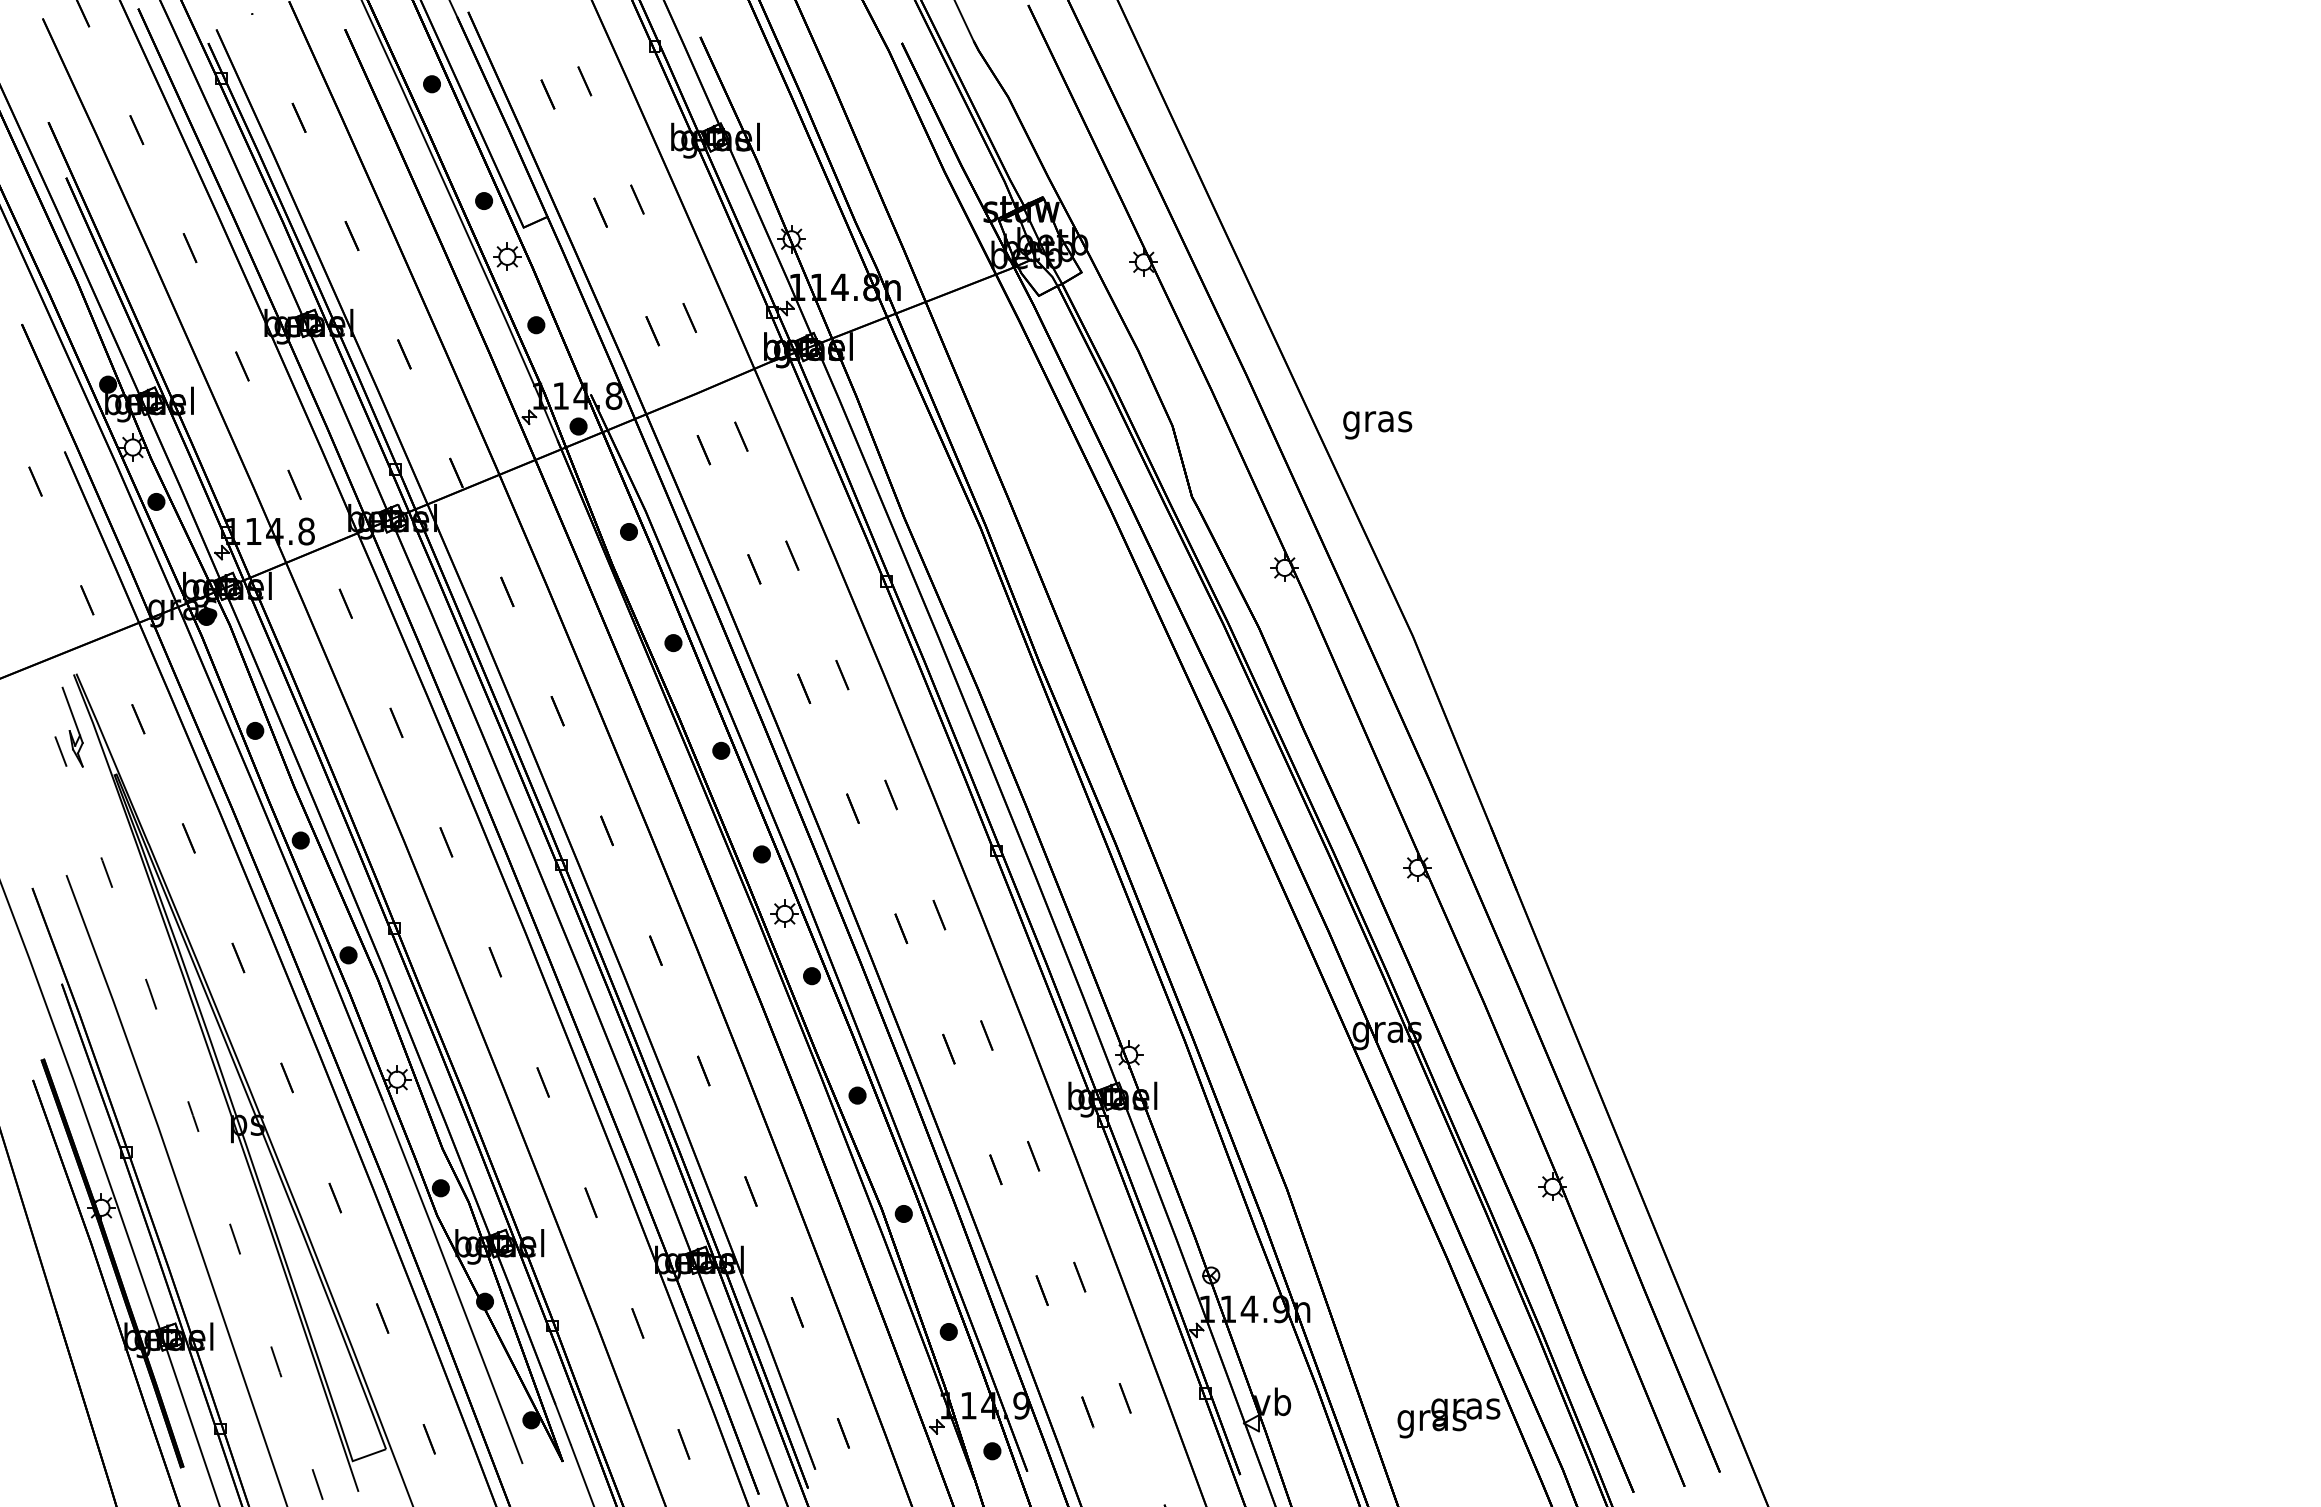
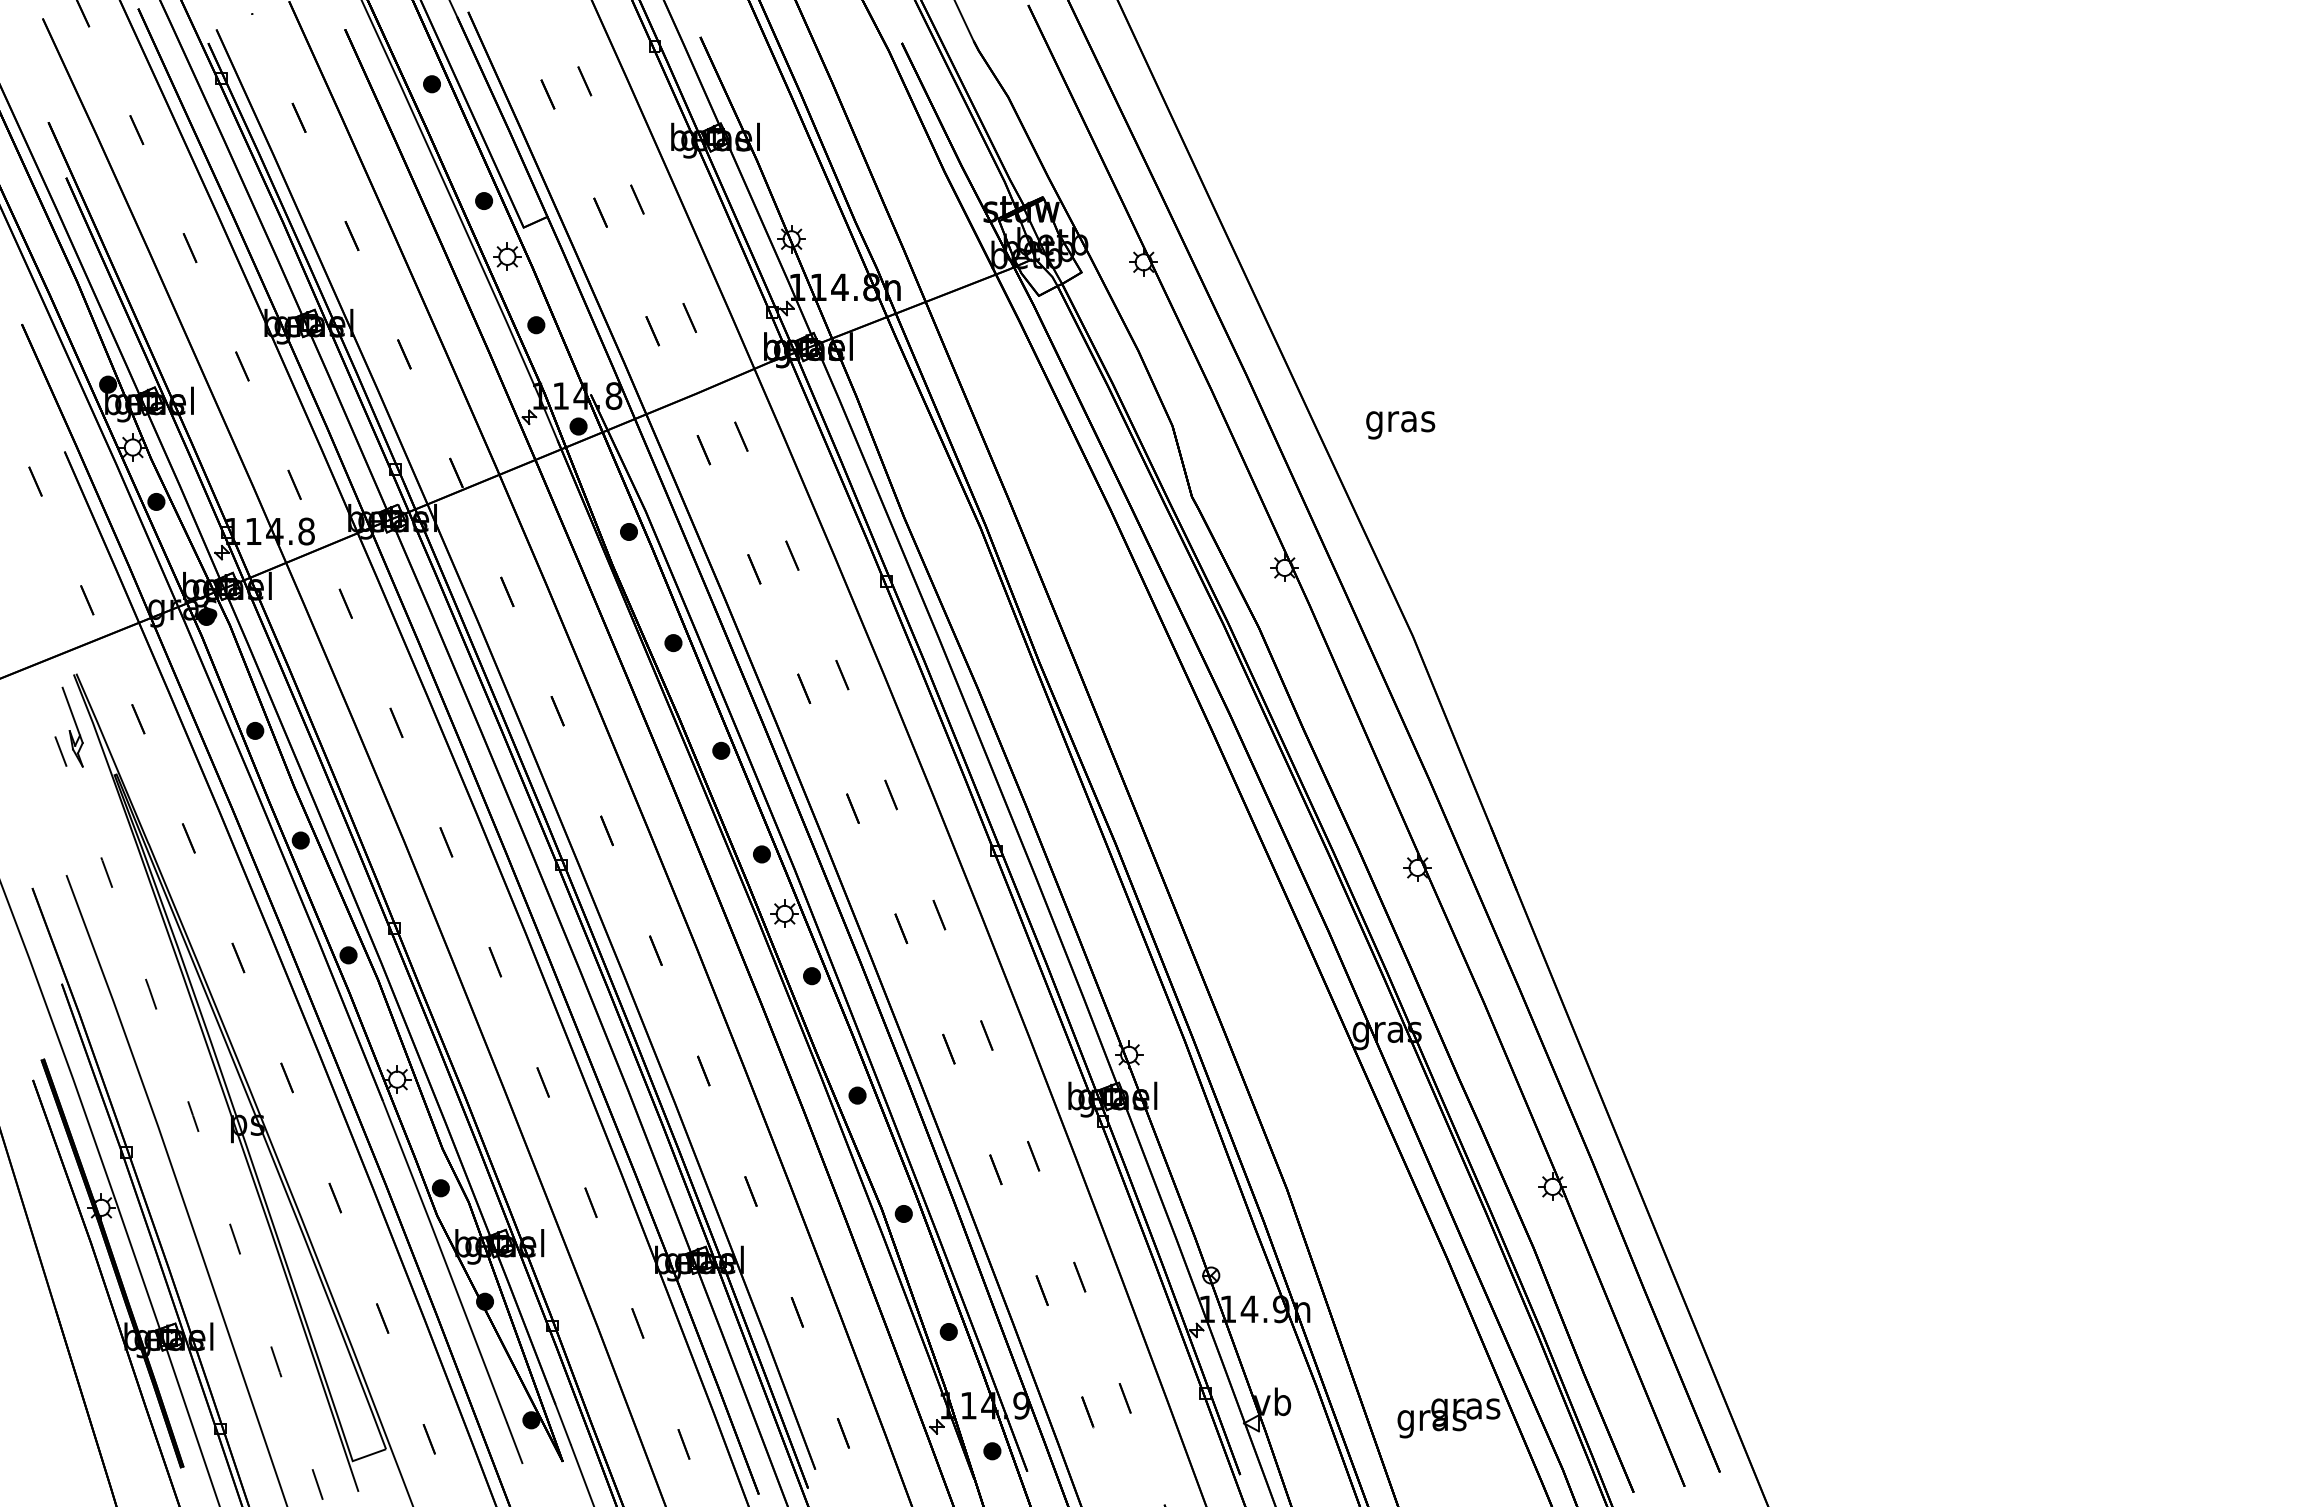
text at (1377, 425) position: (1377, 425) -> (1400, 425)
